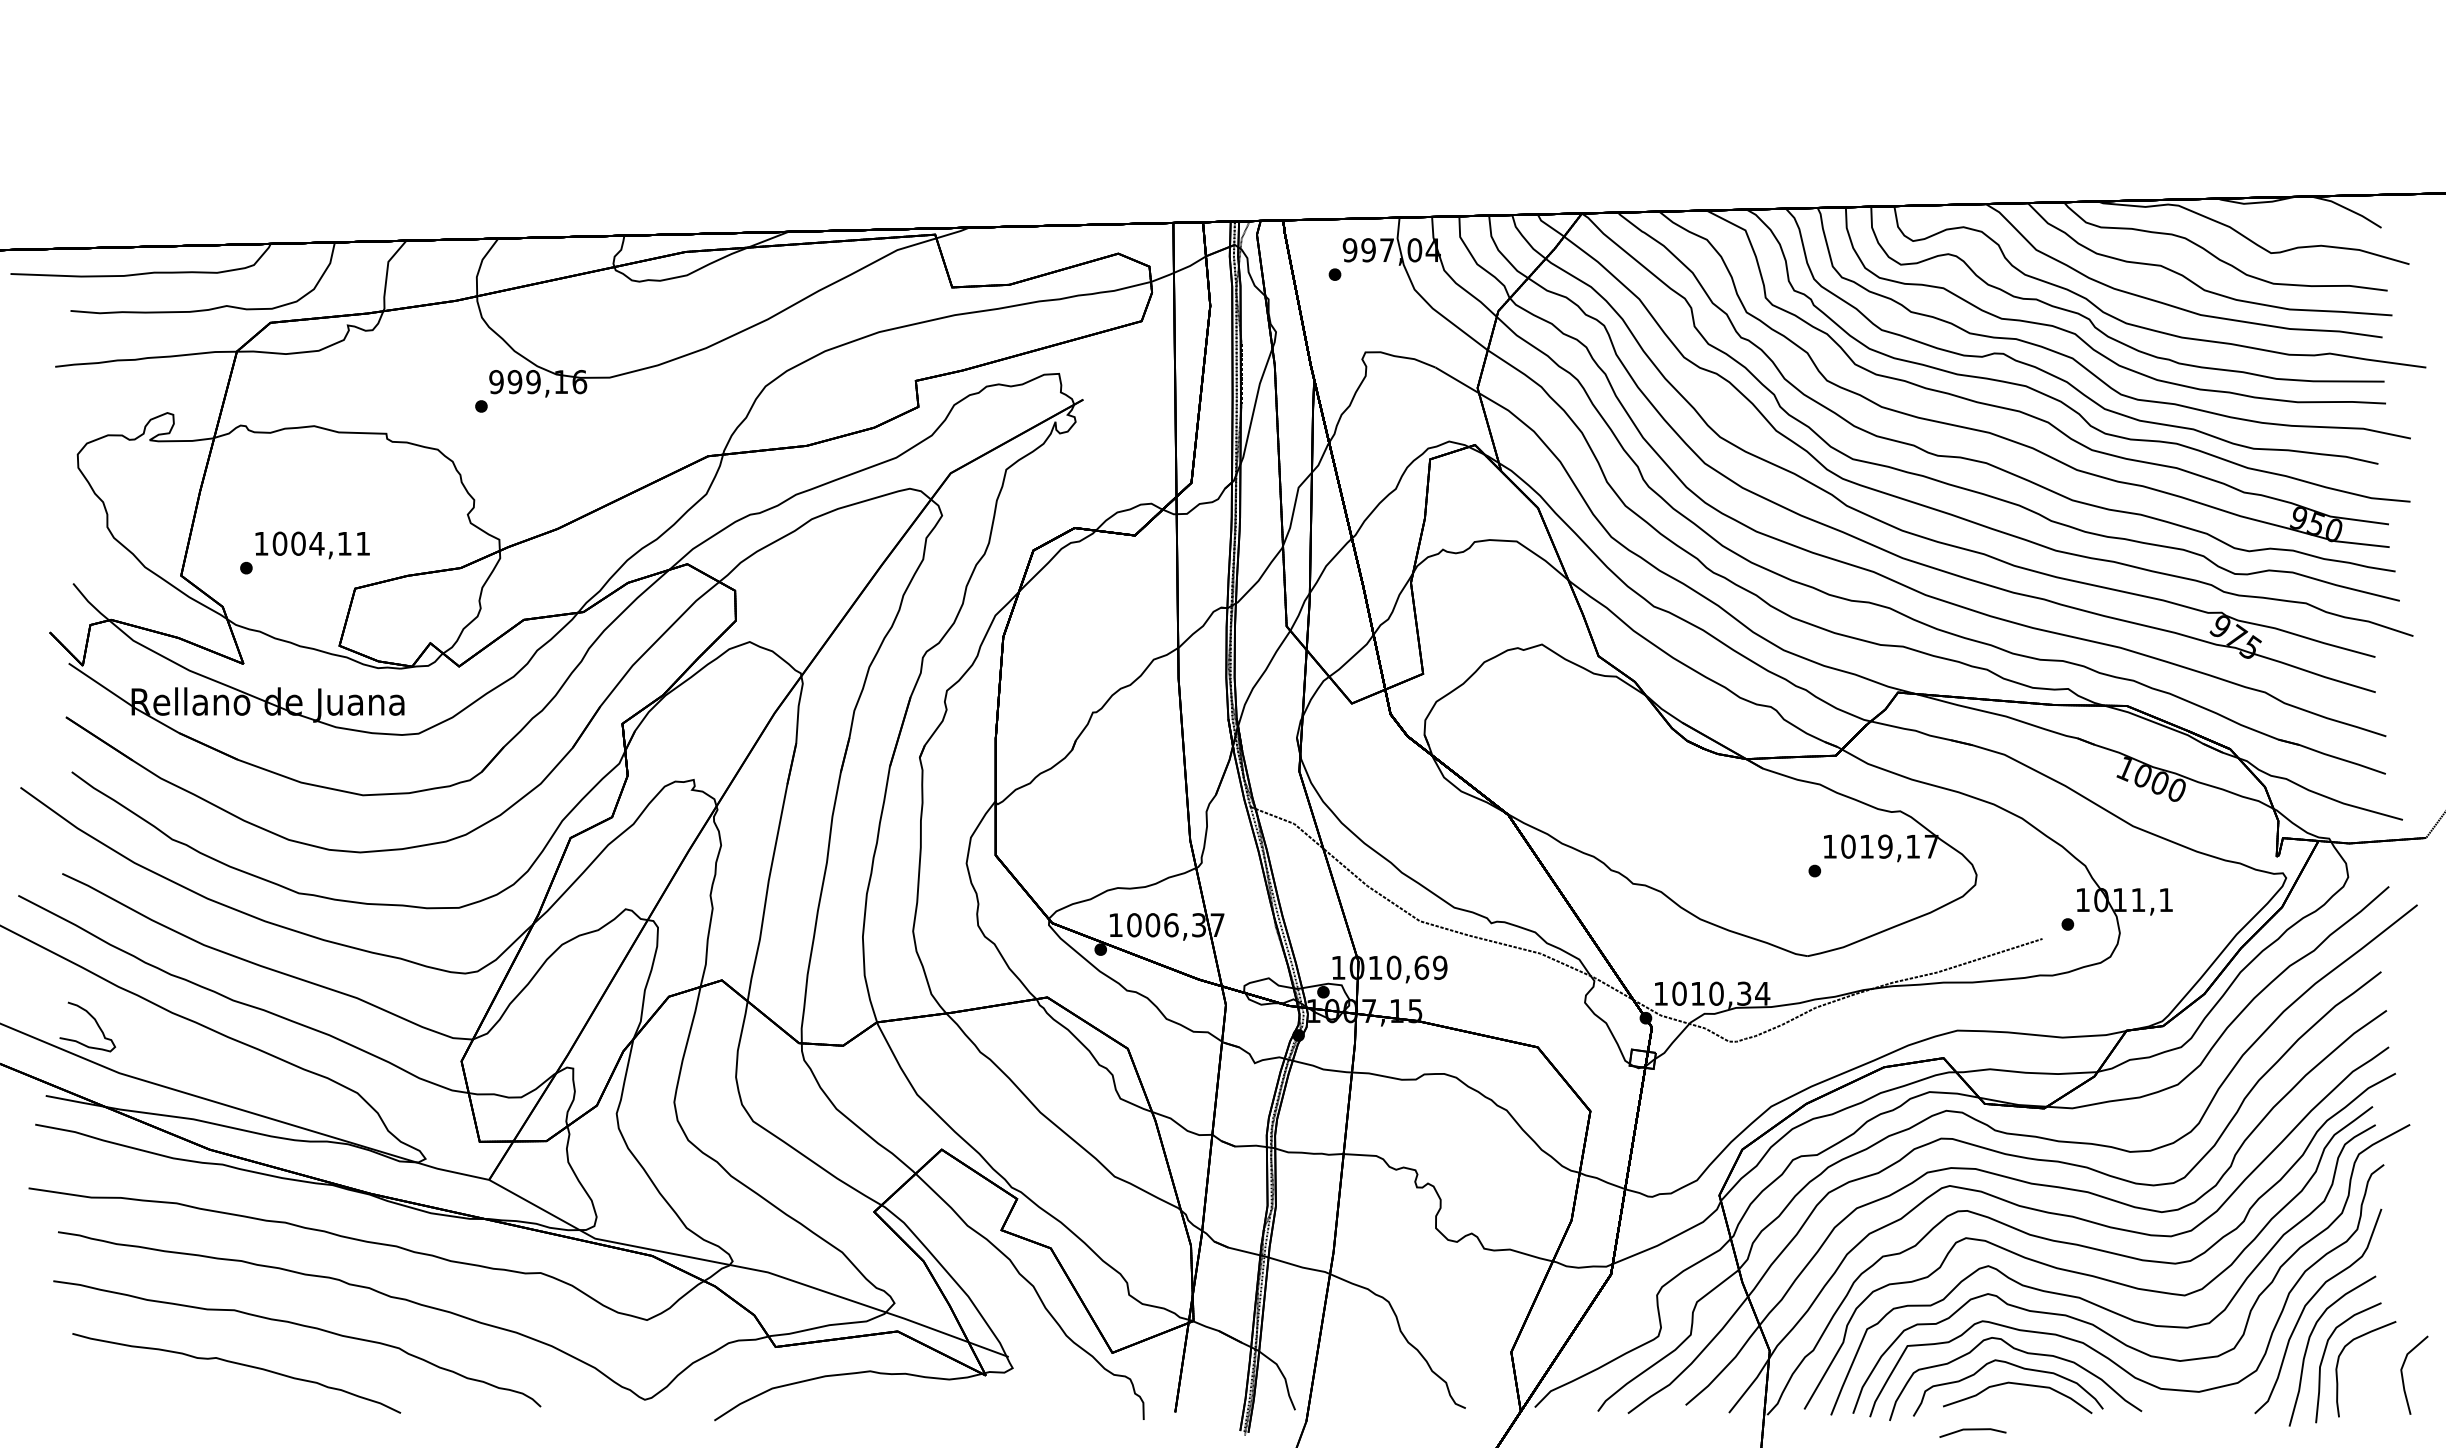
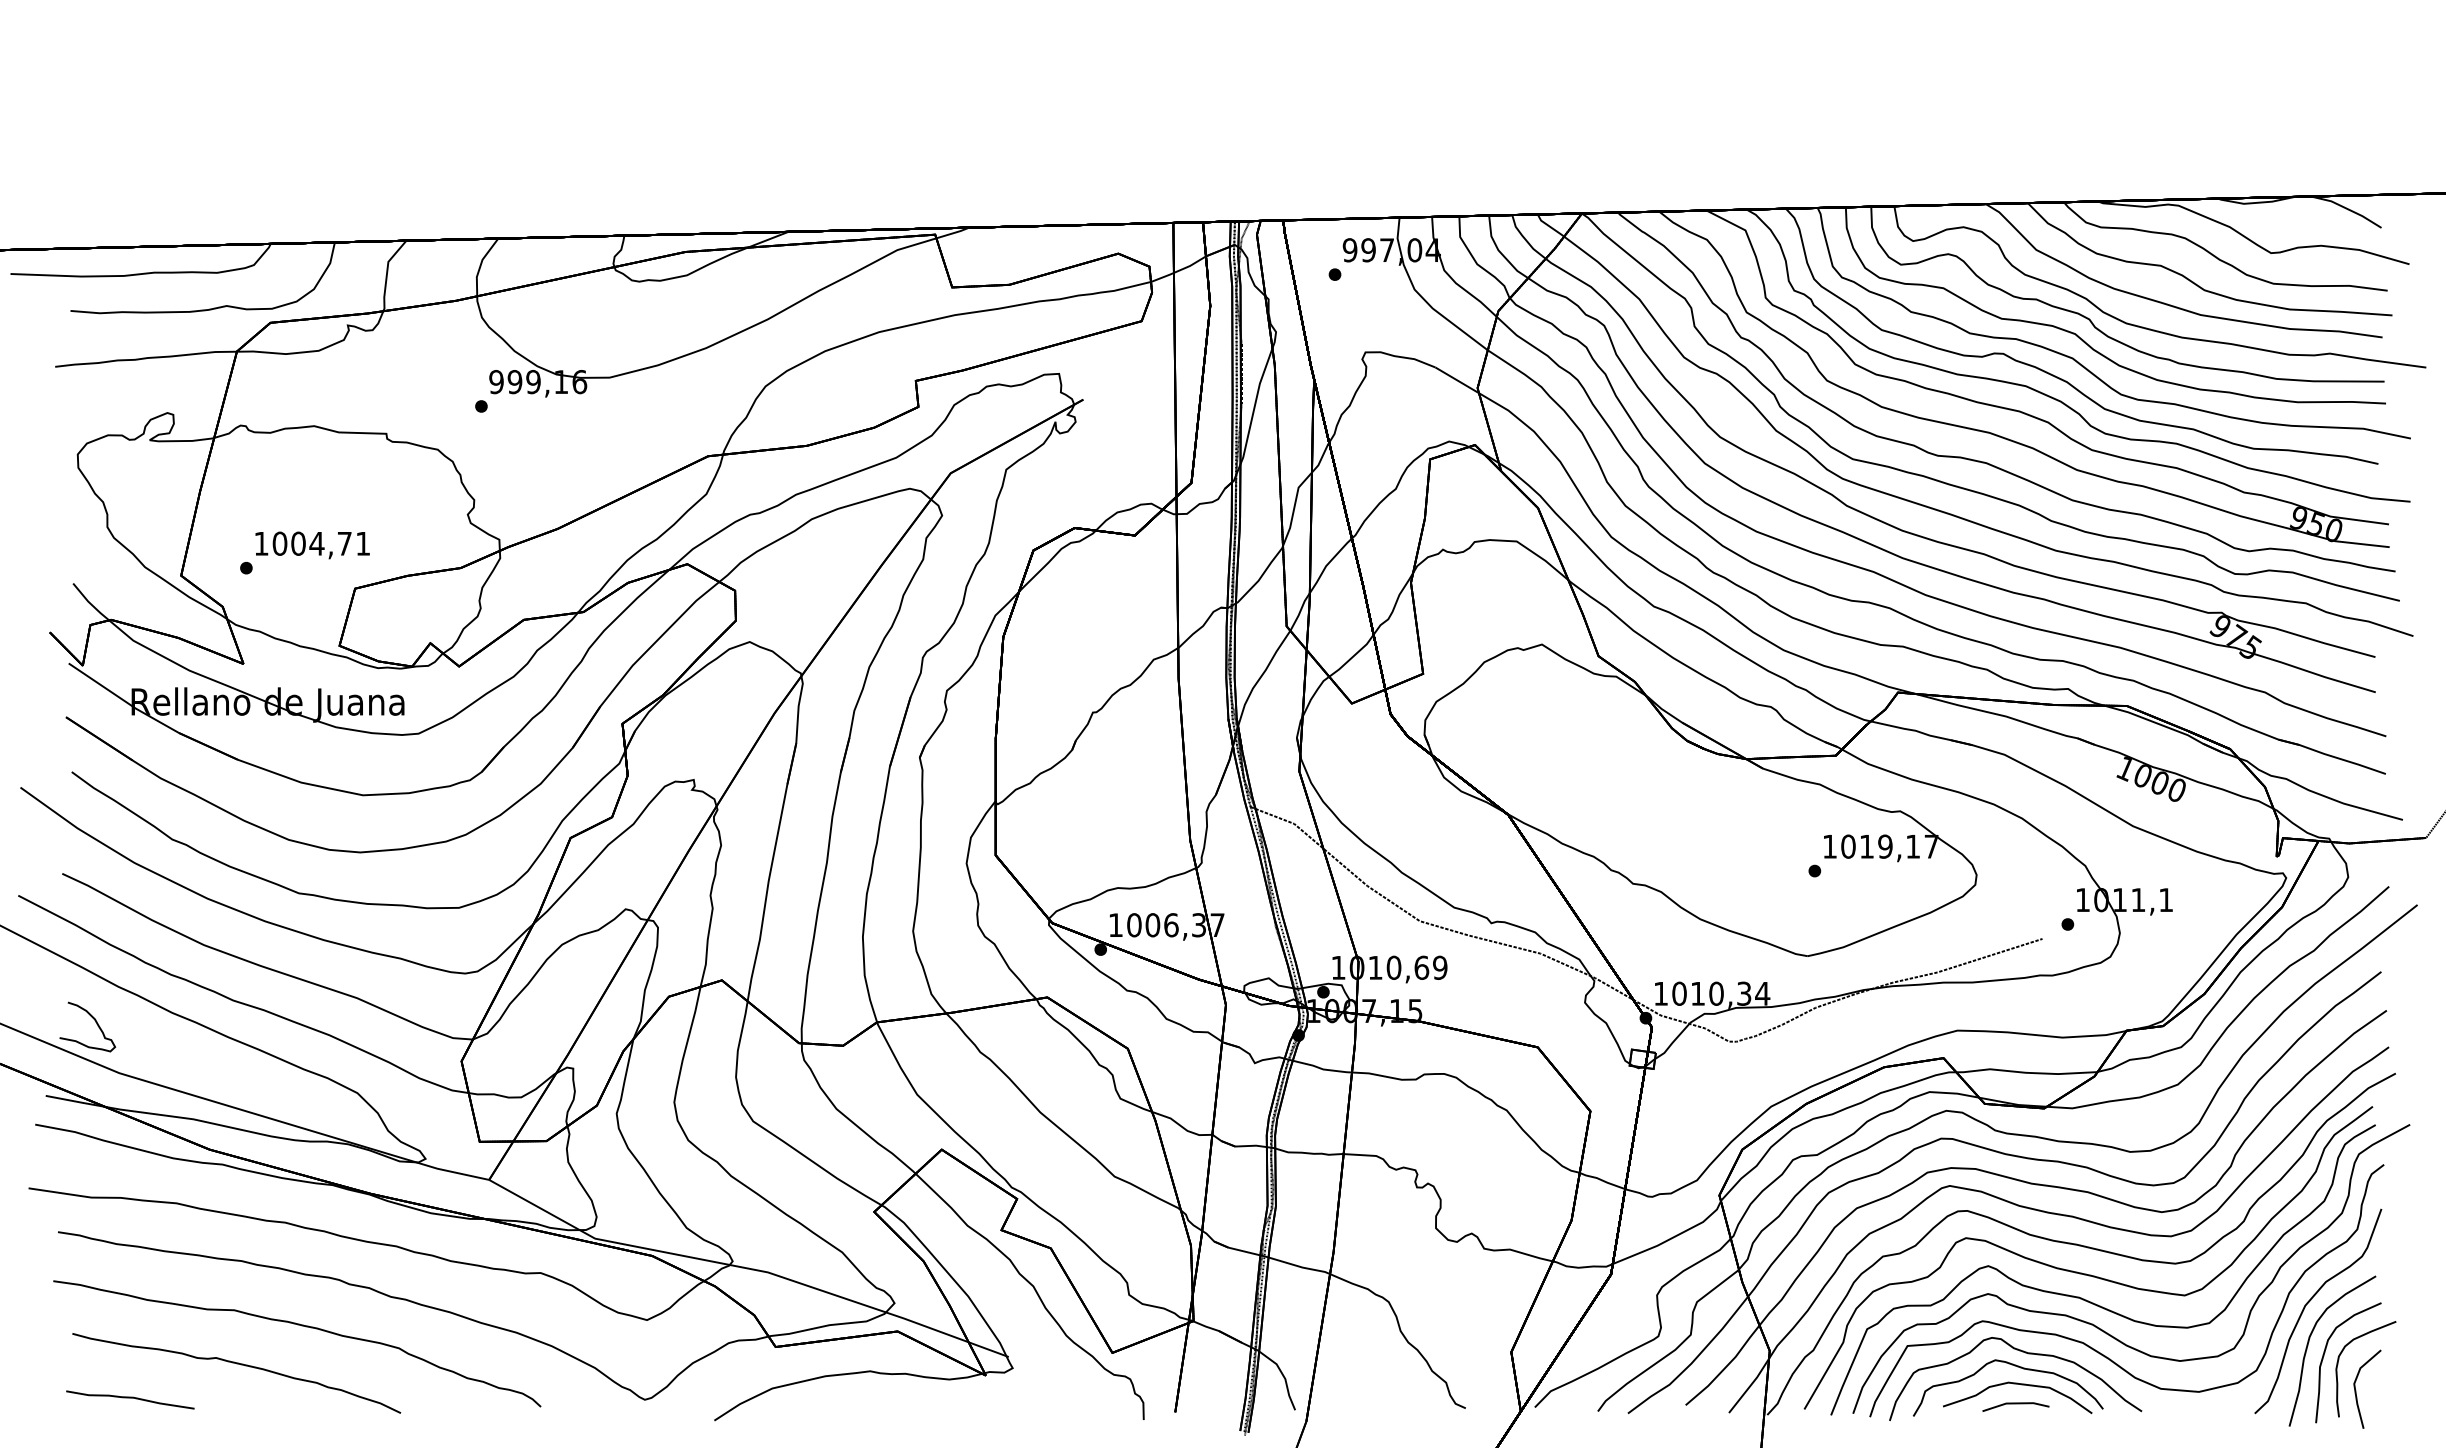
text at (344, 543): 1004,11 -> 1004,71
part at (2403, 1376) position: (2403, 1376) -> (2356, 1390)
curve at (130, 1398): none -> present
line at (1972, 1430) position: (1972, 1430) -> (2015, 1404)
